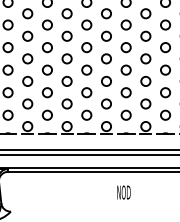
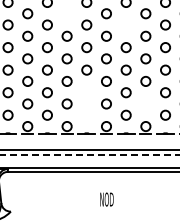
circle at (66, 13): present -> none
circle at (125, 24): present -> none
circle at (86, 92): present -> none
circle at (145, 103): present -> none
circle at (86, 114): present -> none
line at (89, 154): solid -> dashed
text at (123, 192) position: (123, 192) -> (106, 199)
